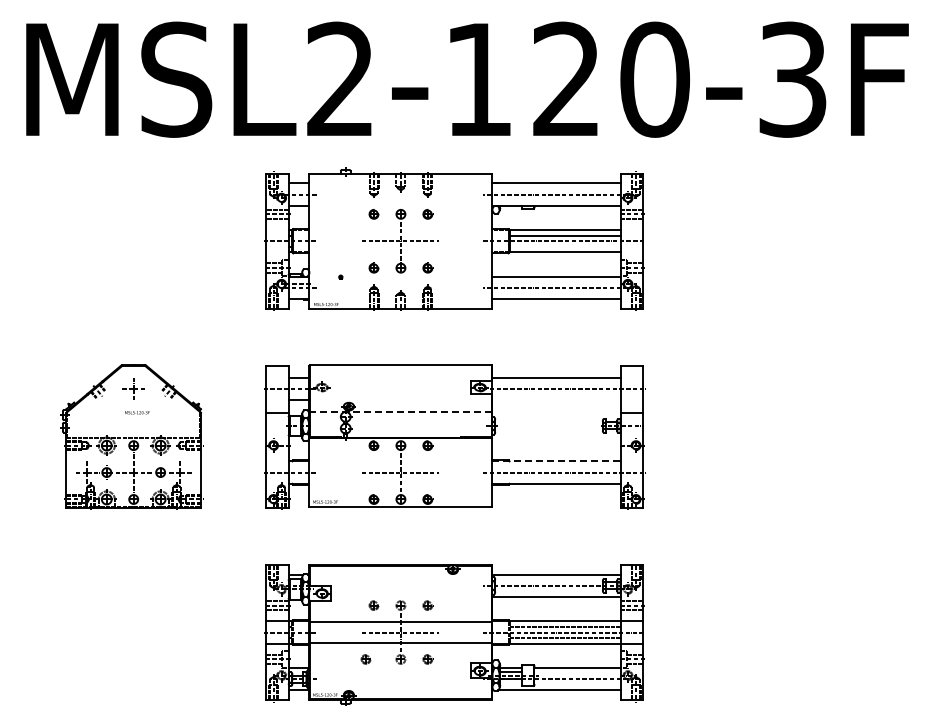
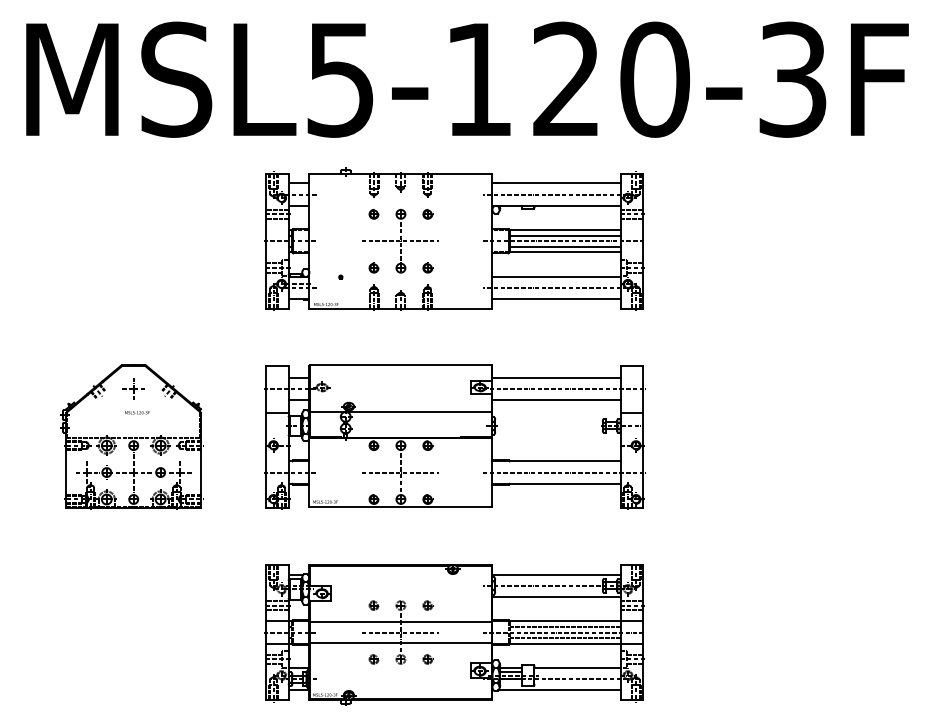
text at (340, 79): MSL2-120-3F -> MSL5-120-3F
line at (564, 246): none -> present
line at (556, 400): none -> present
line at (400, 411): dashed -> solid
line at (557, 461): dashed -> solid
part at (365, 659) position: (365, 659) -> (373, 659)
